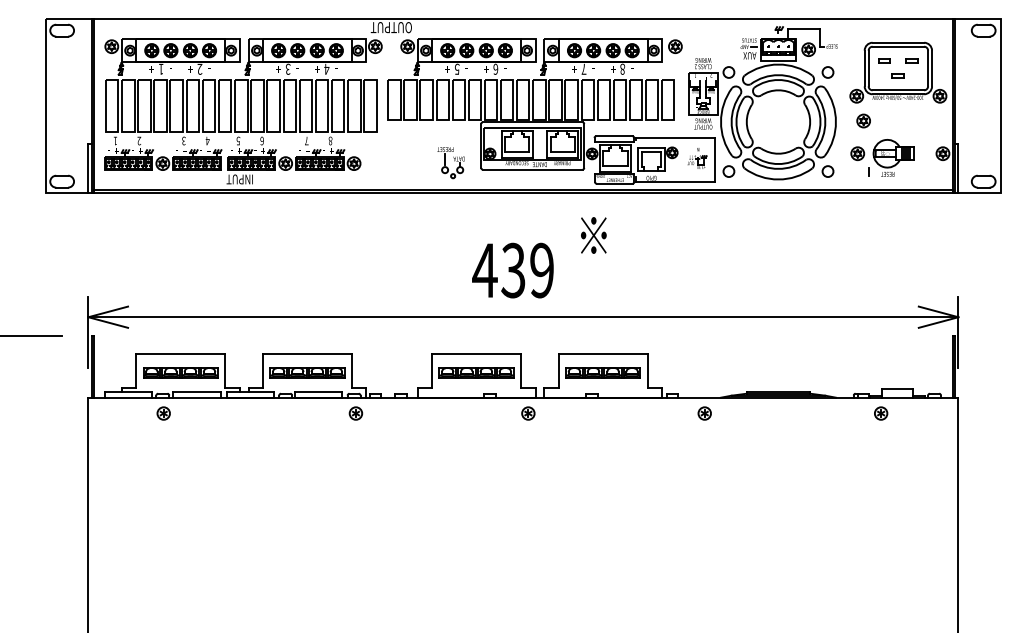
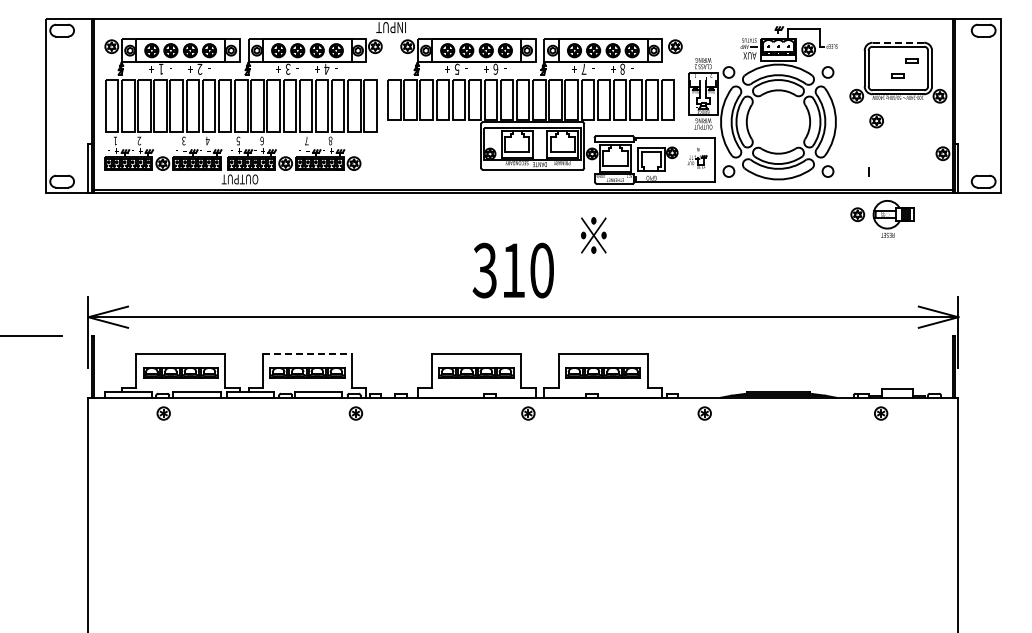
text at (390, 27): OUTPUT -> INPUT
line at (898, 42): solid -> dashed
part at (884, 60): present -> none
part at (863, 120) position: (863, 120) -> (876, 120)
part at (882, 157) position: (882, 157) -> (882, 218)
part at (450, 163): present -> none
text at (239, 179): INPUT -> OUTPUT
text at (512, 270): 439 -> 310
line at (307, 354): solid -> dashed
